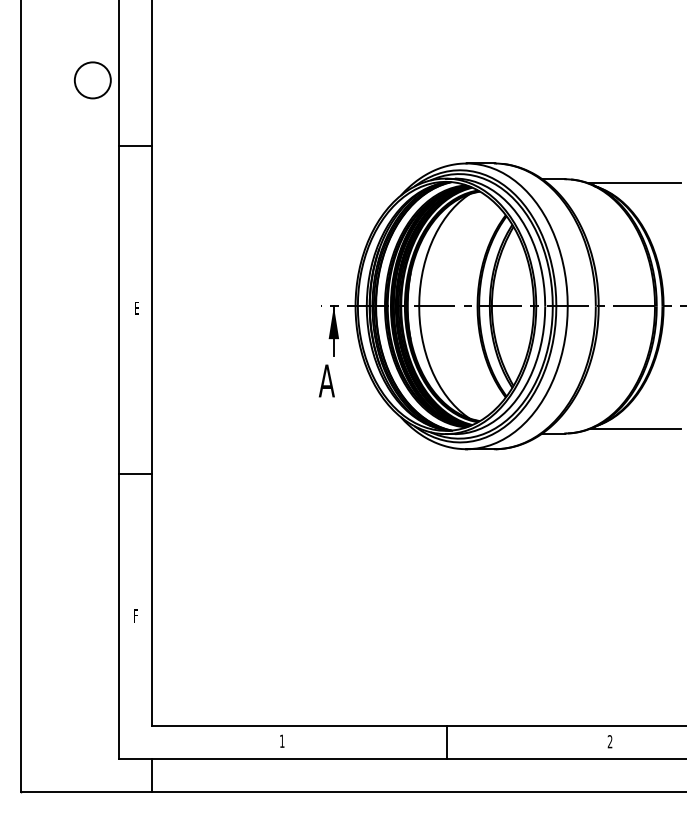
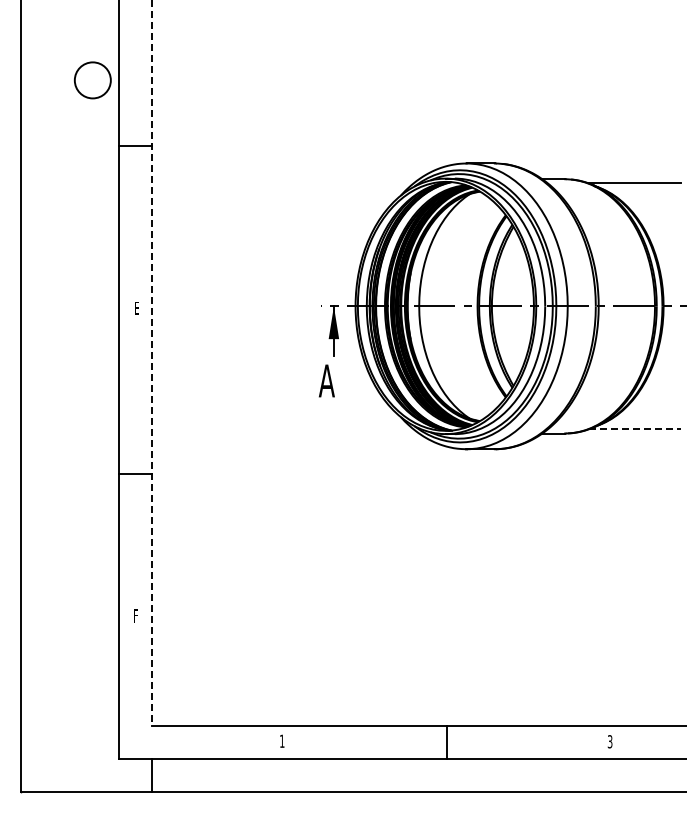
line at (151, 363): solid -> dashed
line at (634, 429): solid -> dashed
text at (609, 741): 2 -> 3
